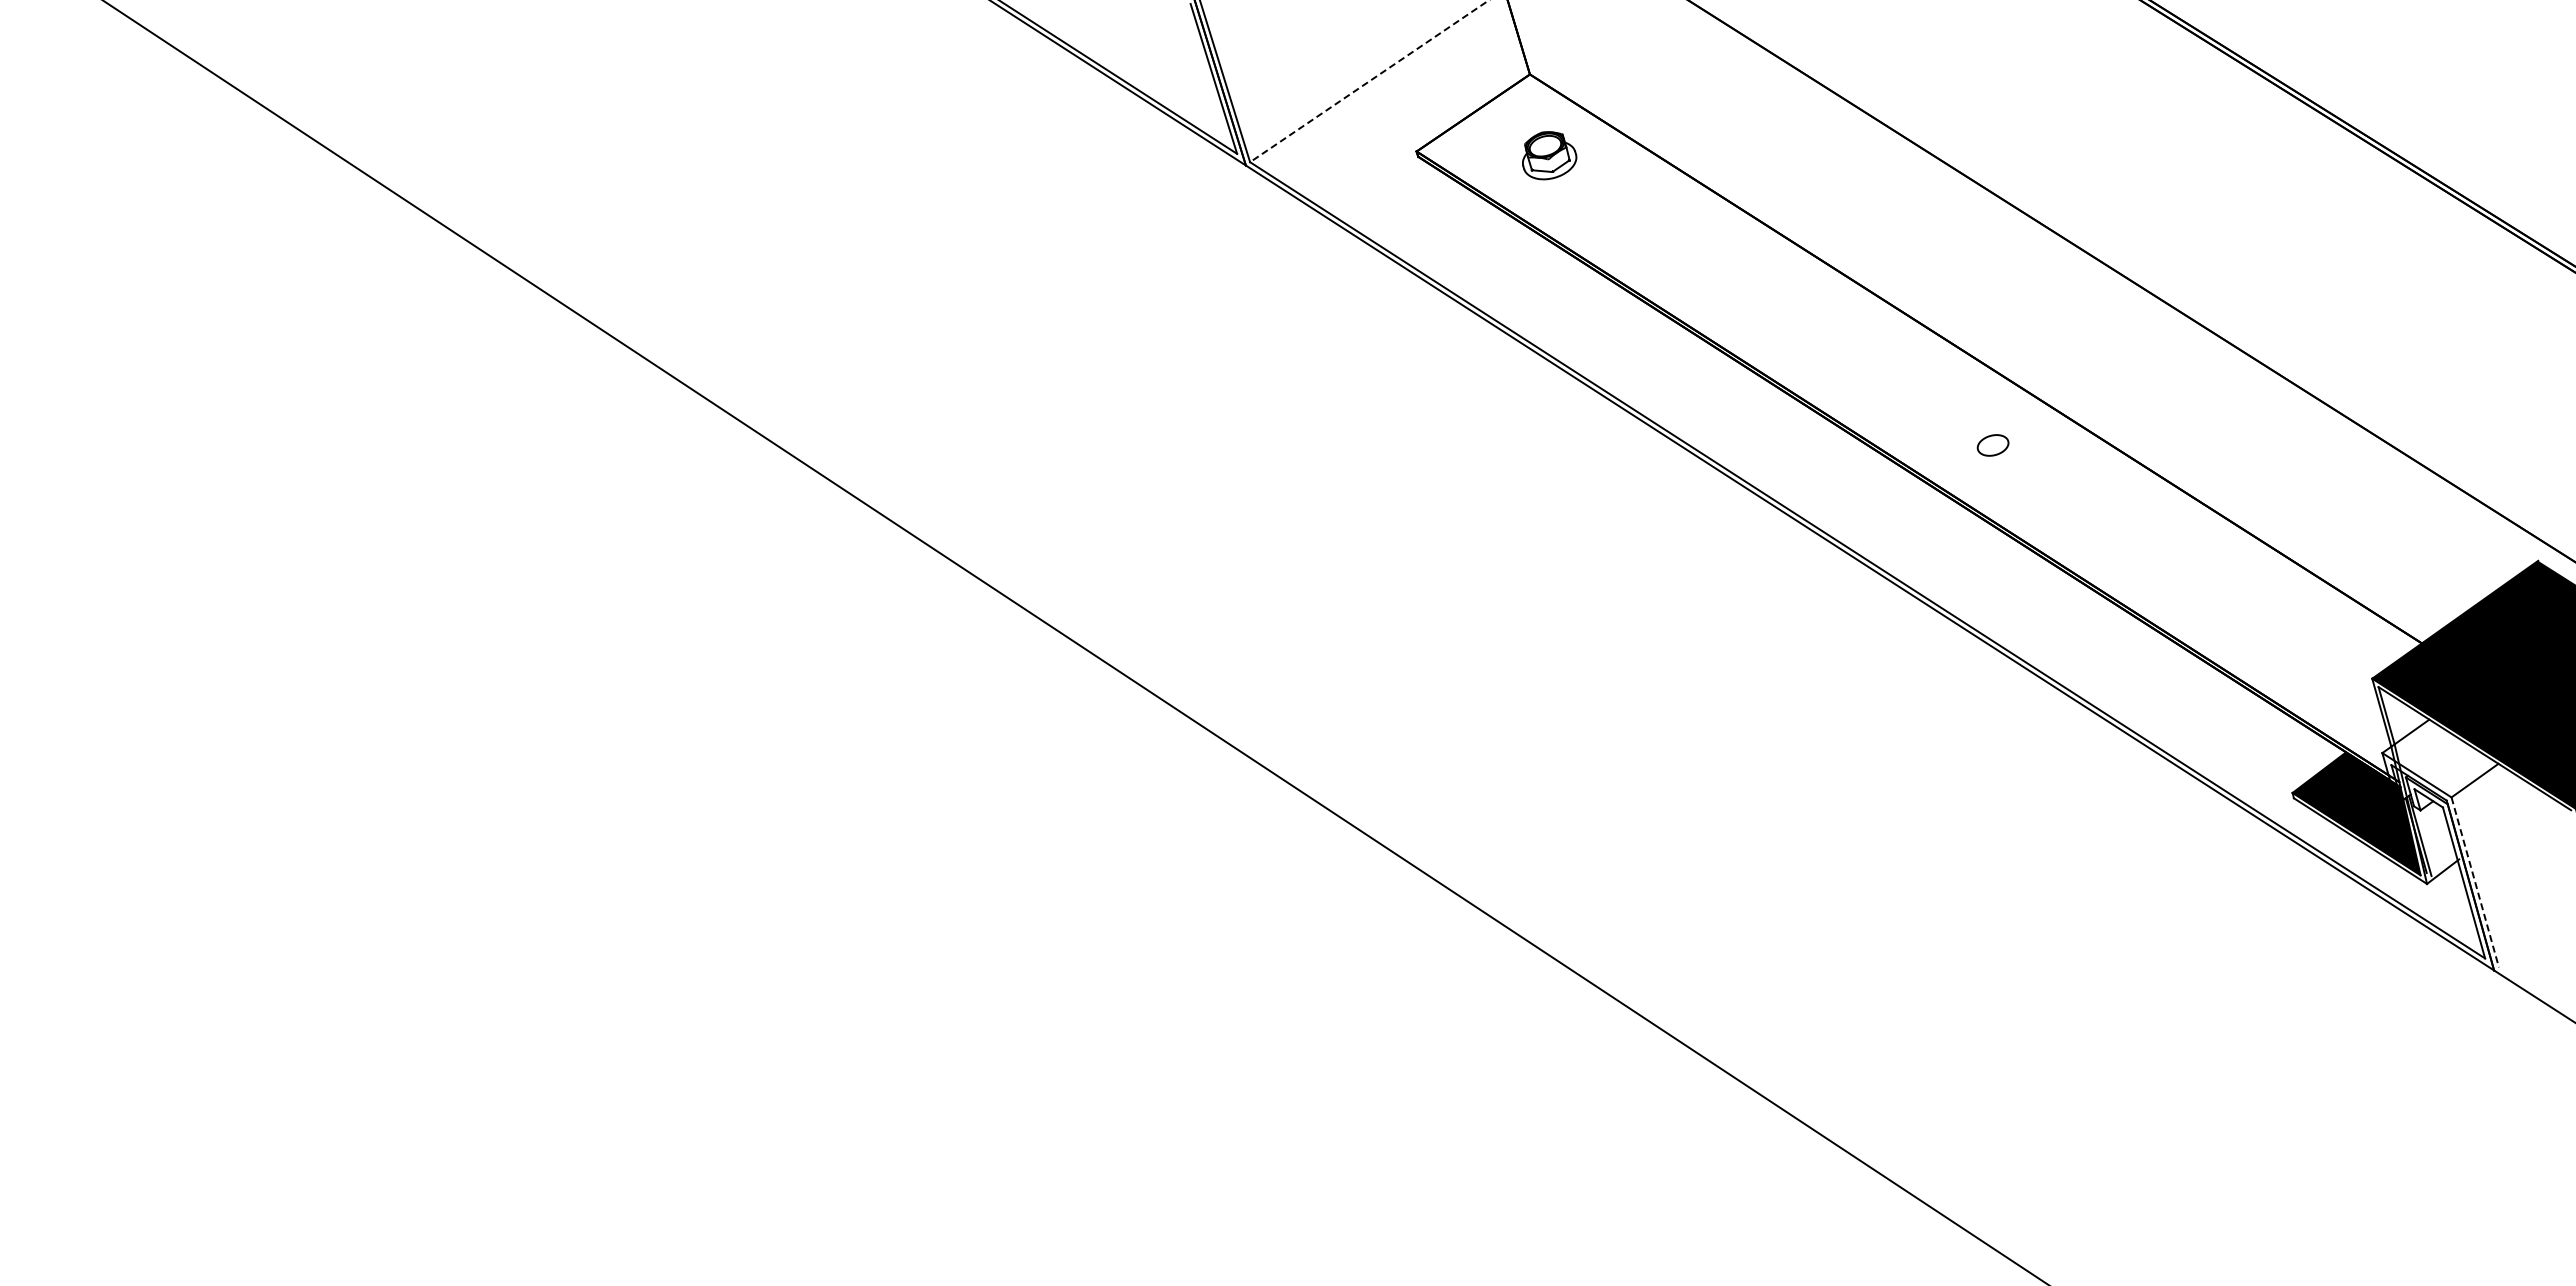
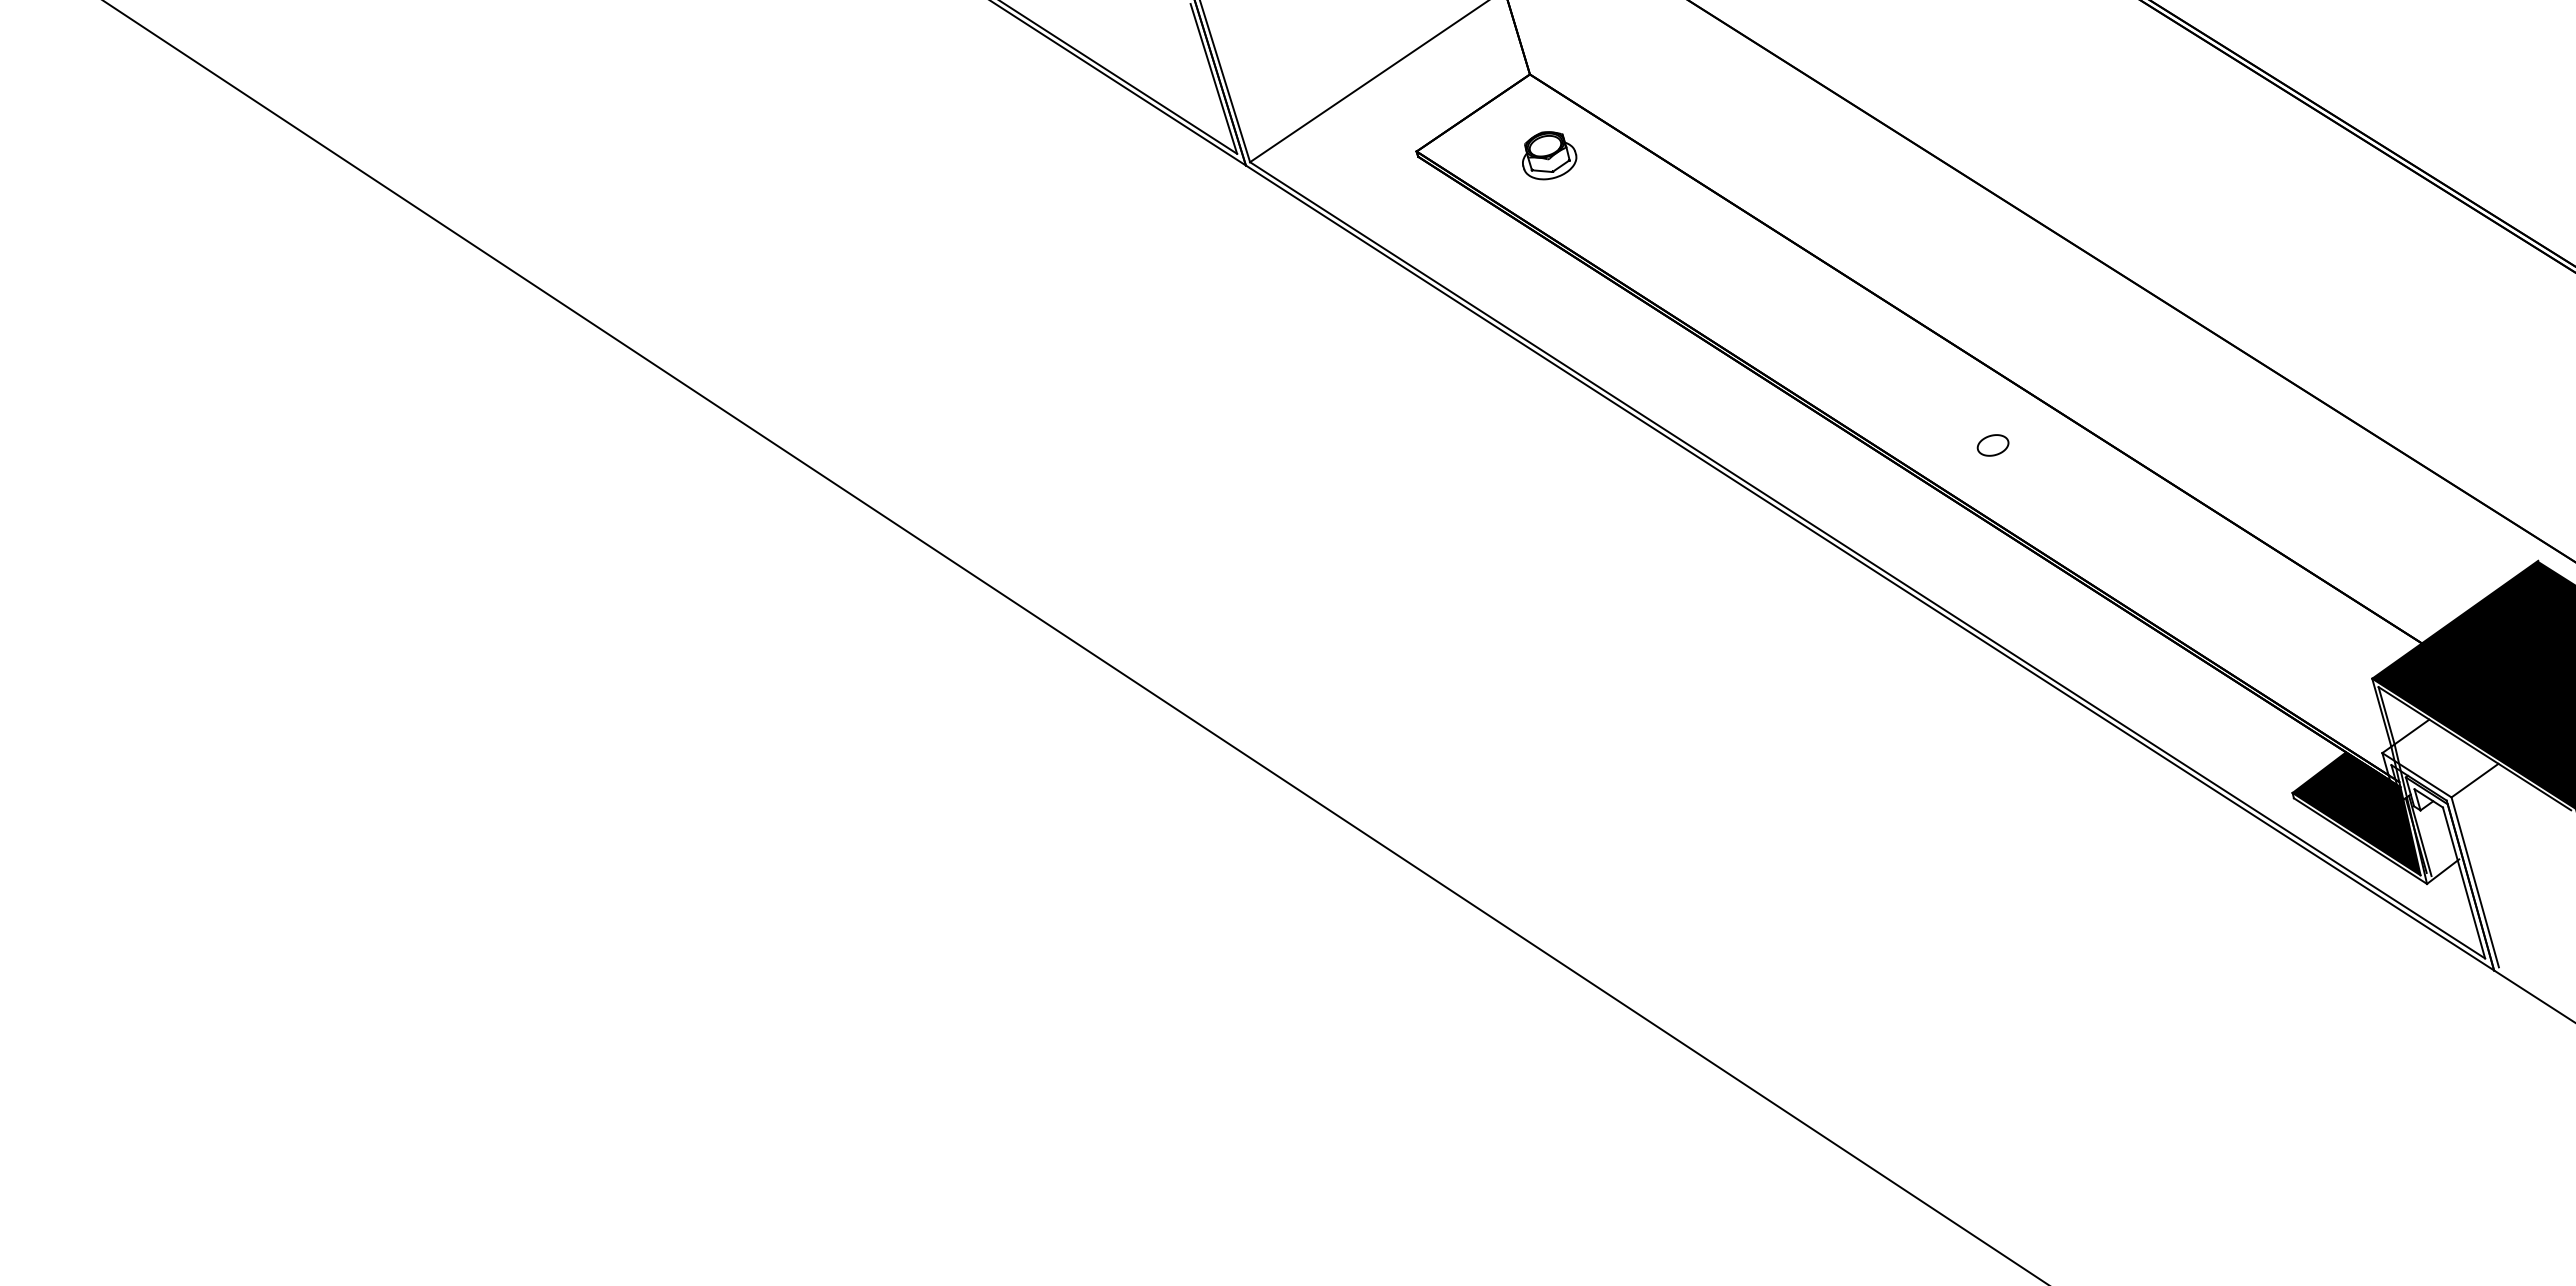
line at (1369, 81): dashed -> solid
line at (2475, 882): dashed -> solid
